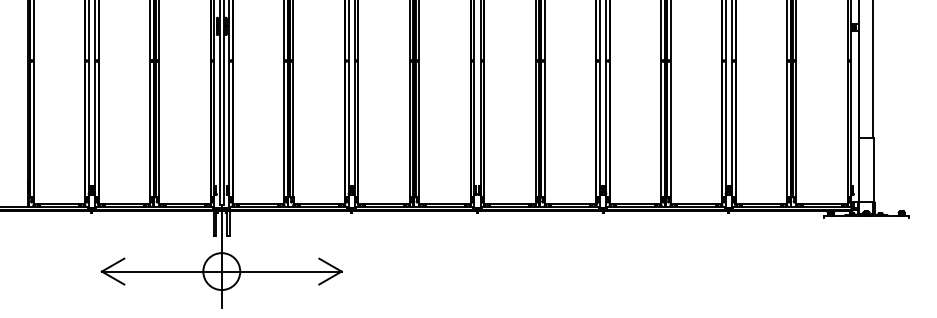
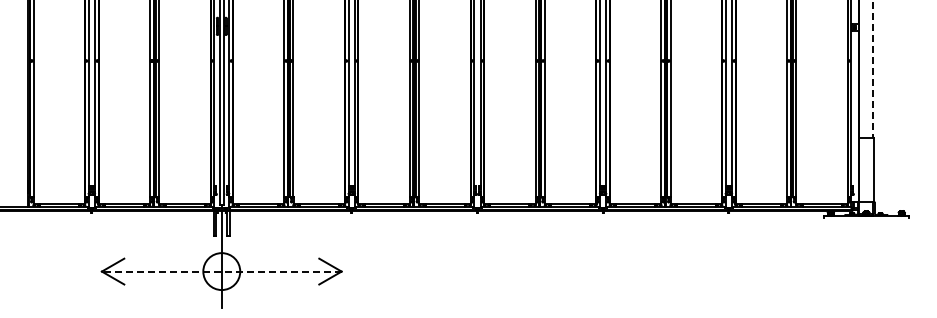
line at (873, 69): solid -> dashed
line at (221, 271): solid -> dashed
